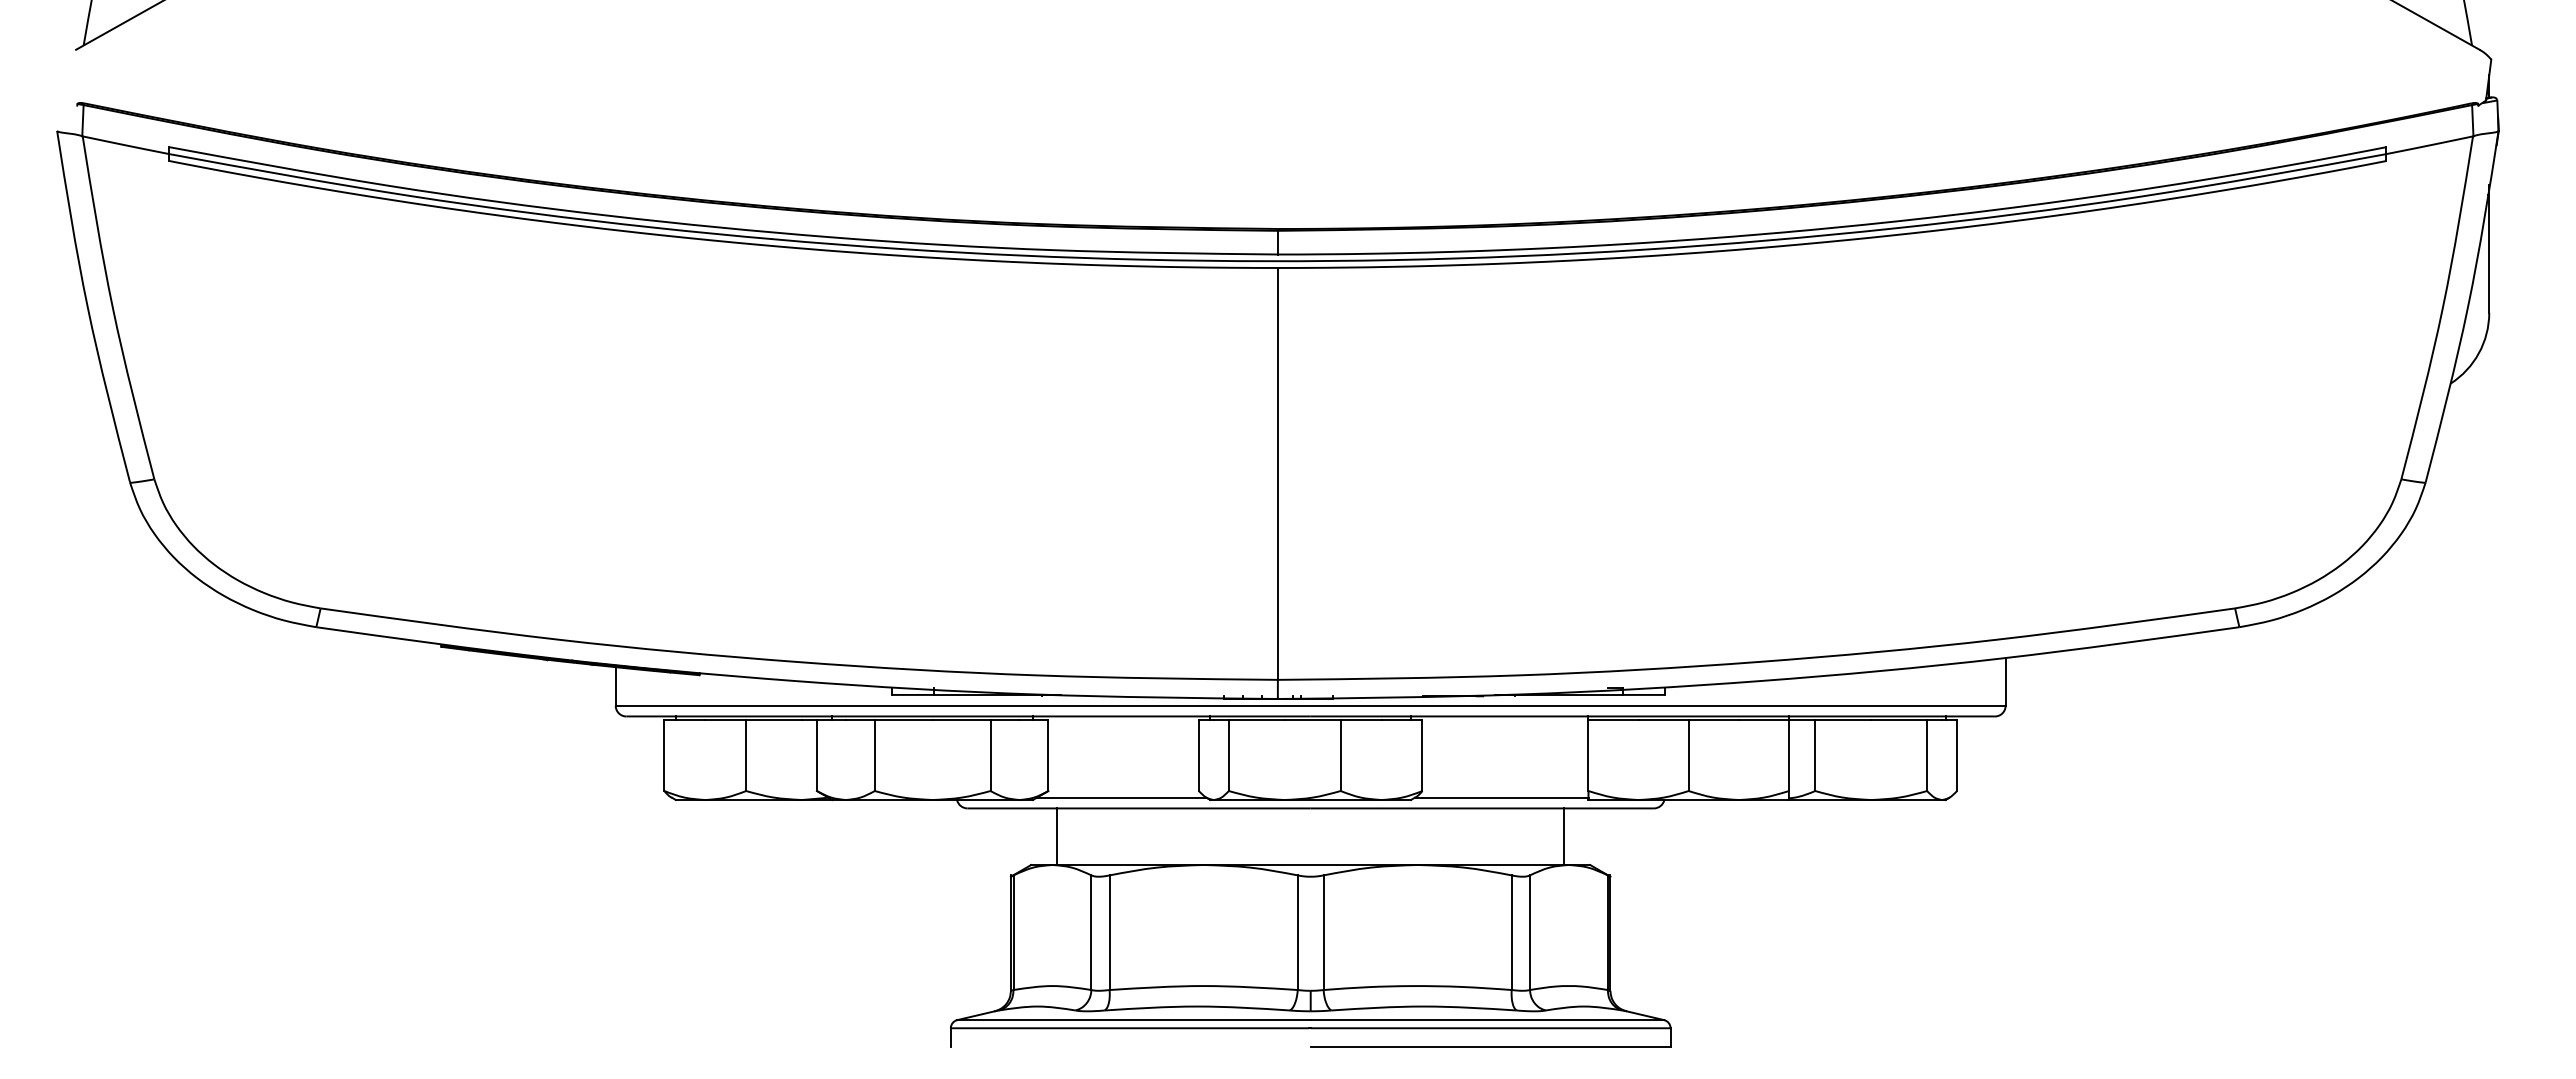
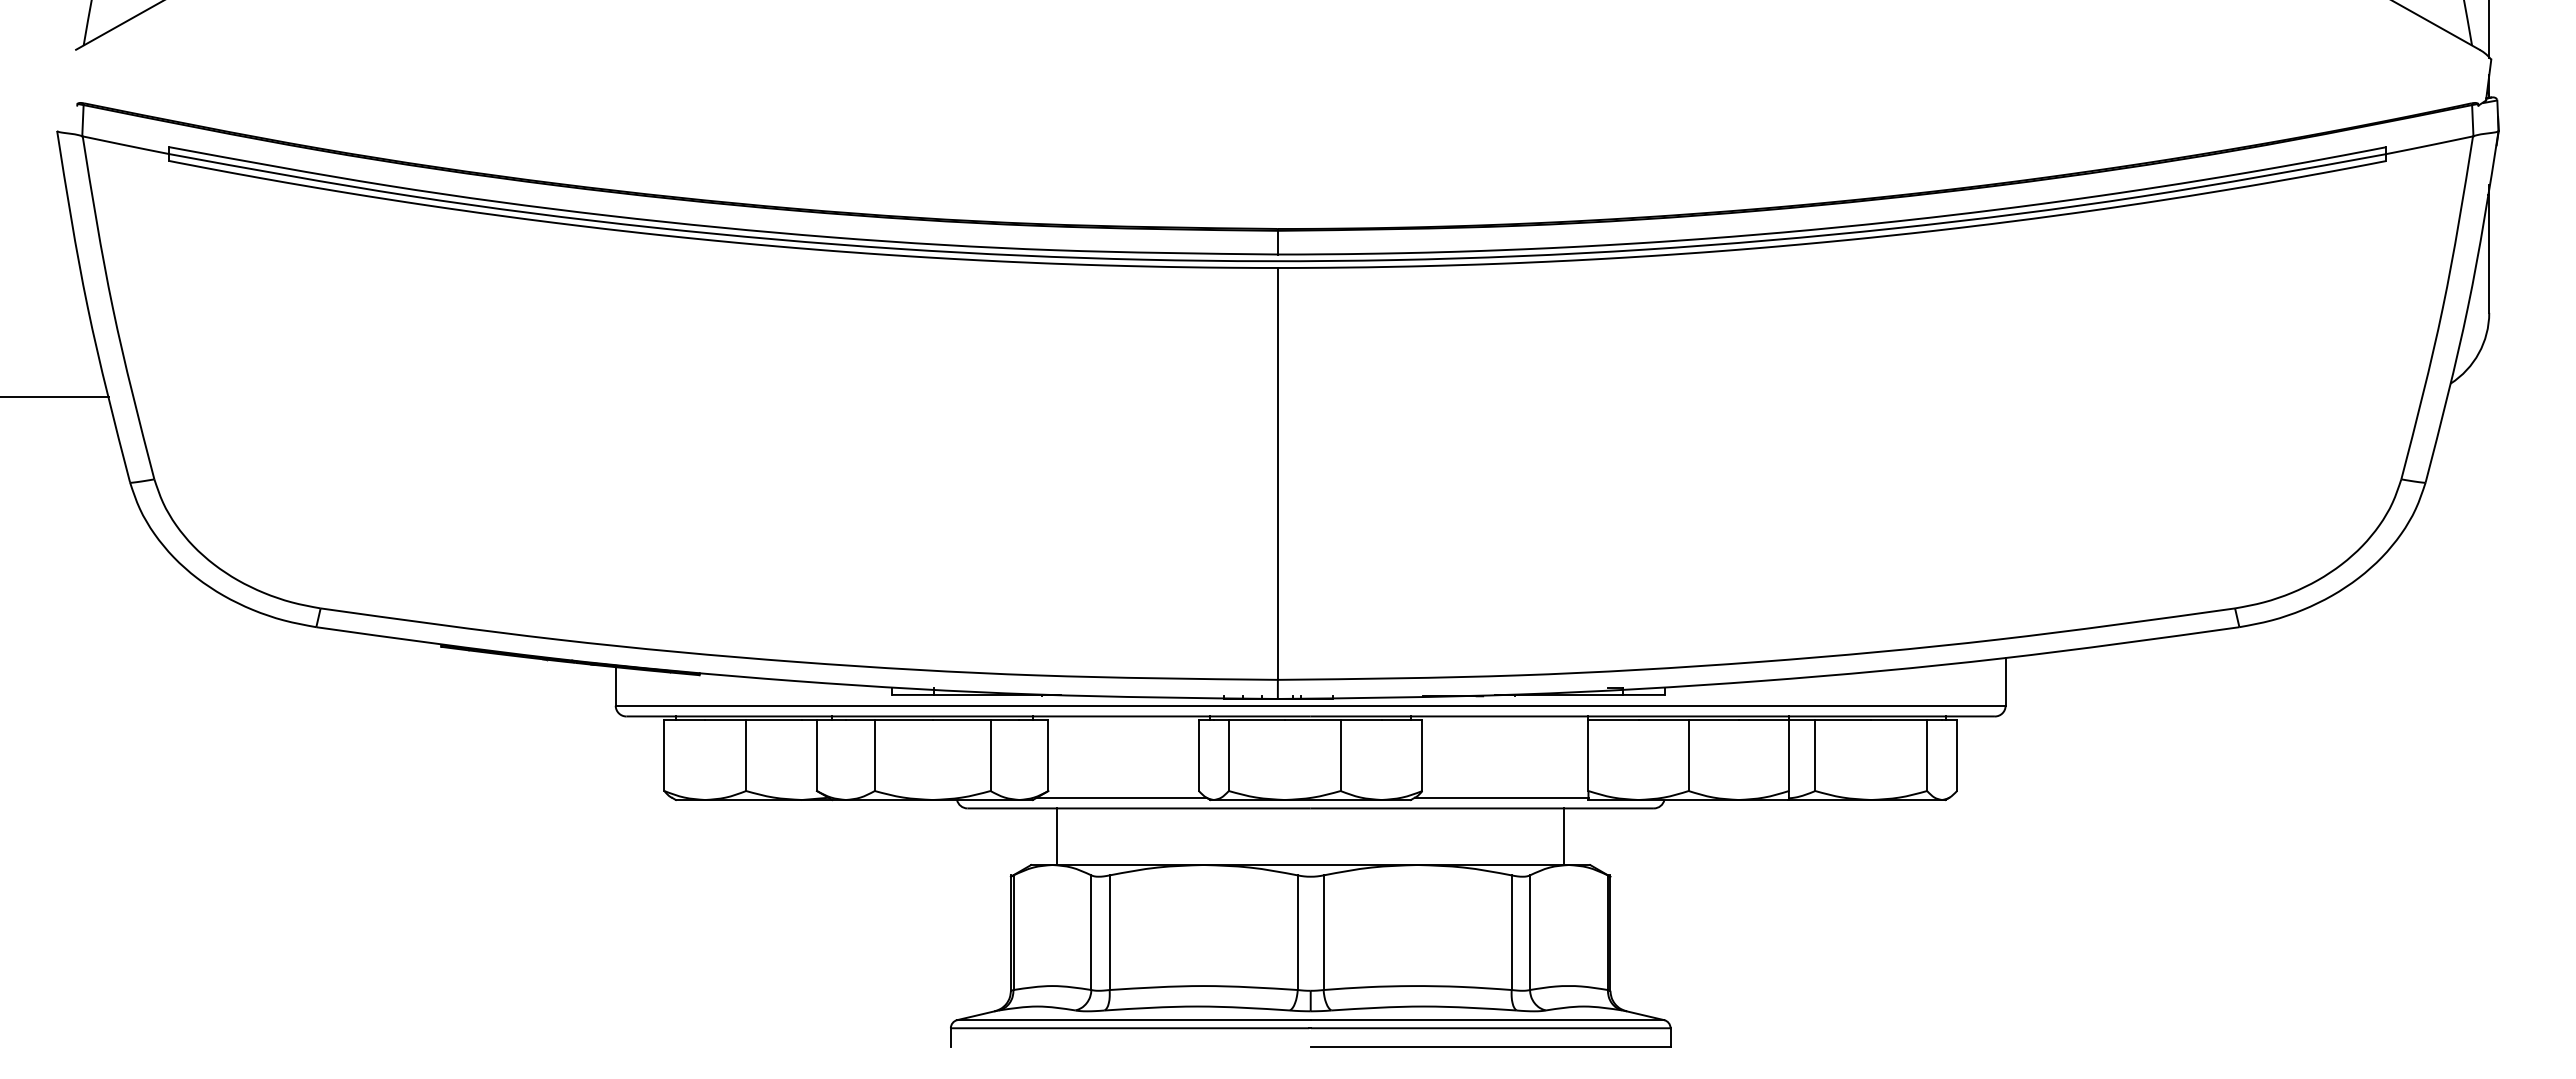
line at (2489, 29): none -> present
line at (55, 397): none -> present
